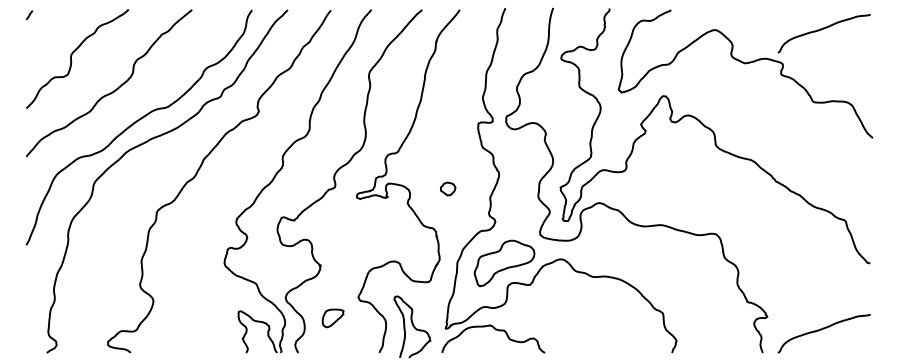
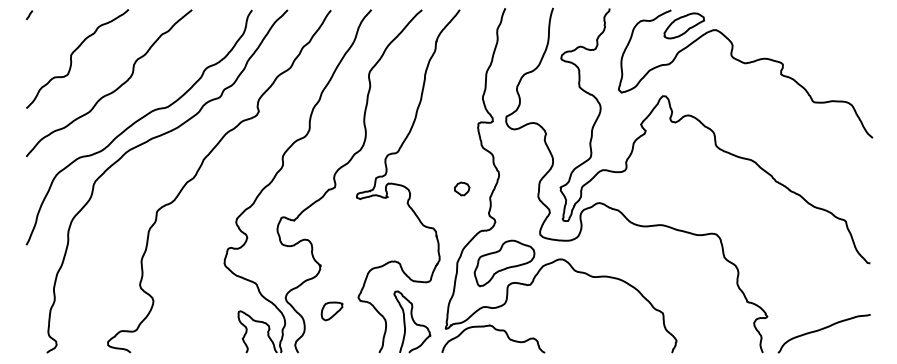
part at (684, 25): none -> present
curve at (821, 30): present -> none
part at (448, 188) position: (448, 188) -> (462, 188)
part at (332, 318) position: (332, 318) -> (331, 311)
curve at (412, 326) position: (412, 326) -> (412, 321)
